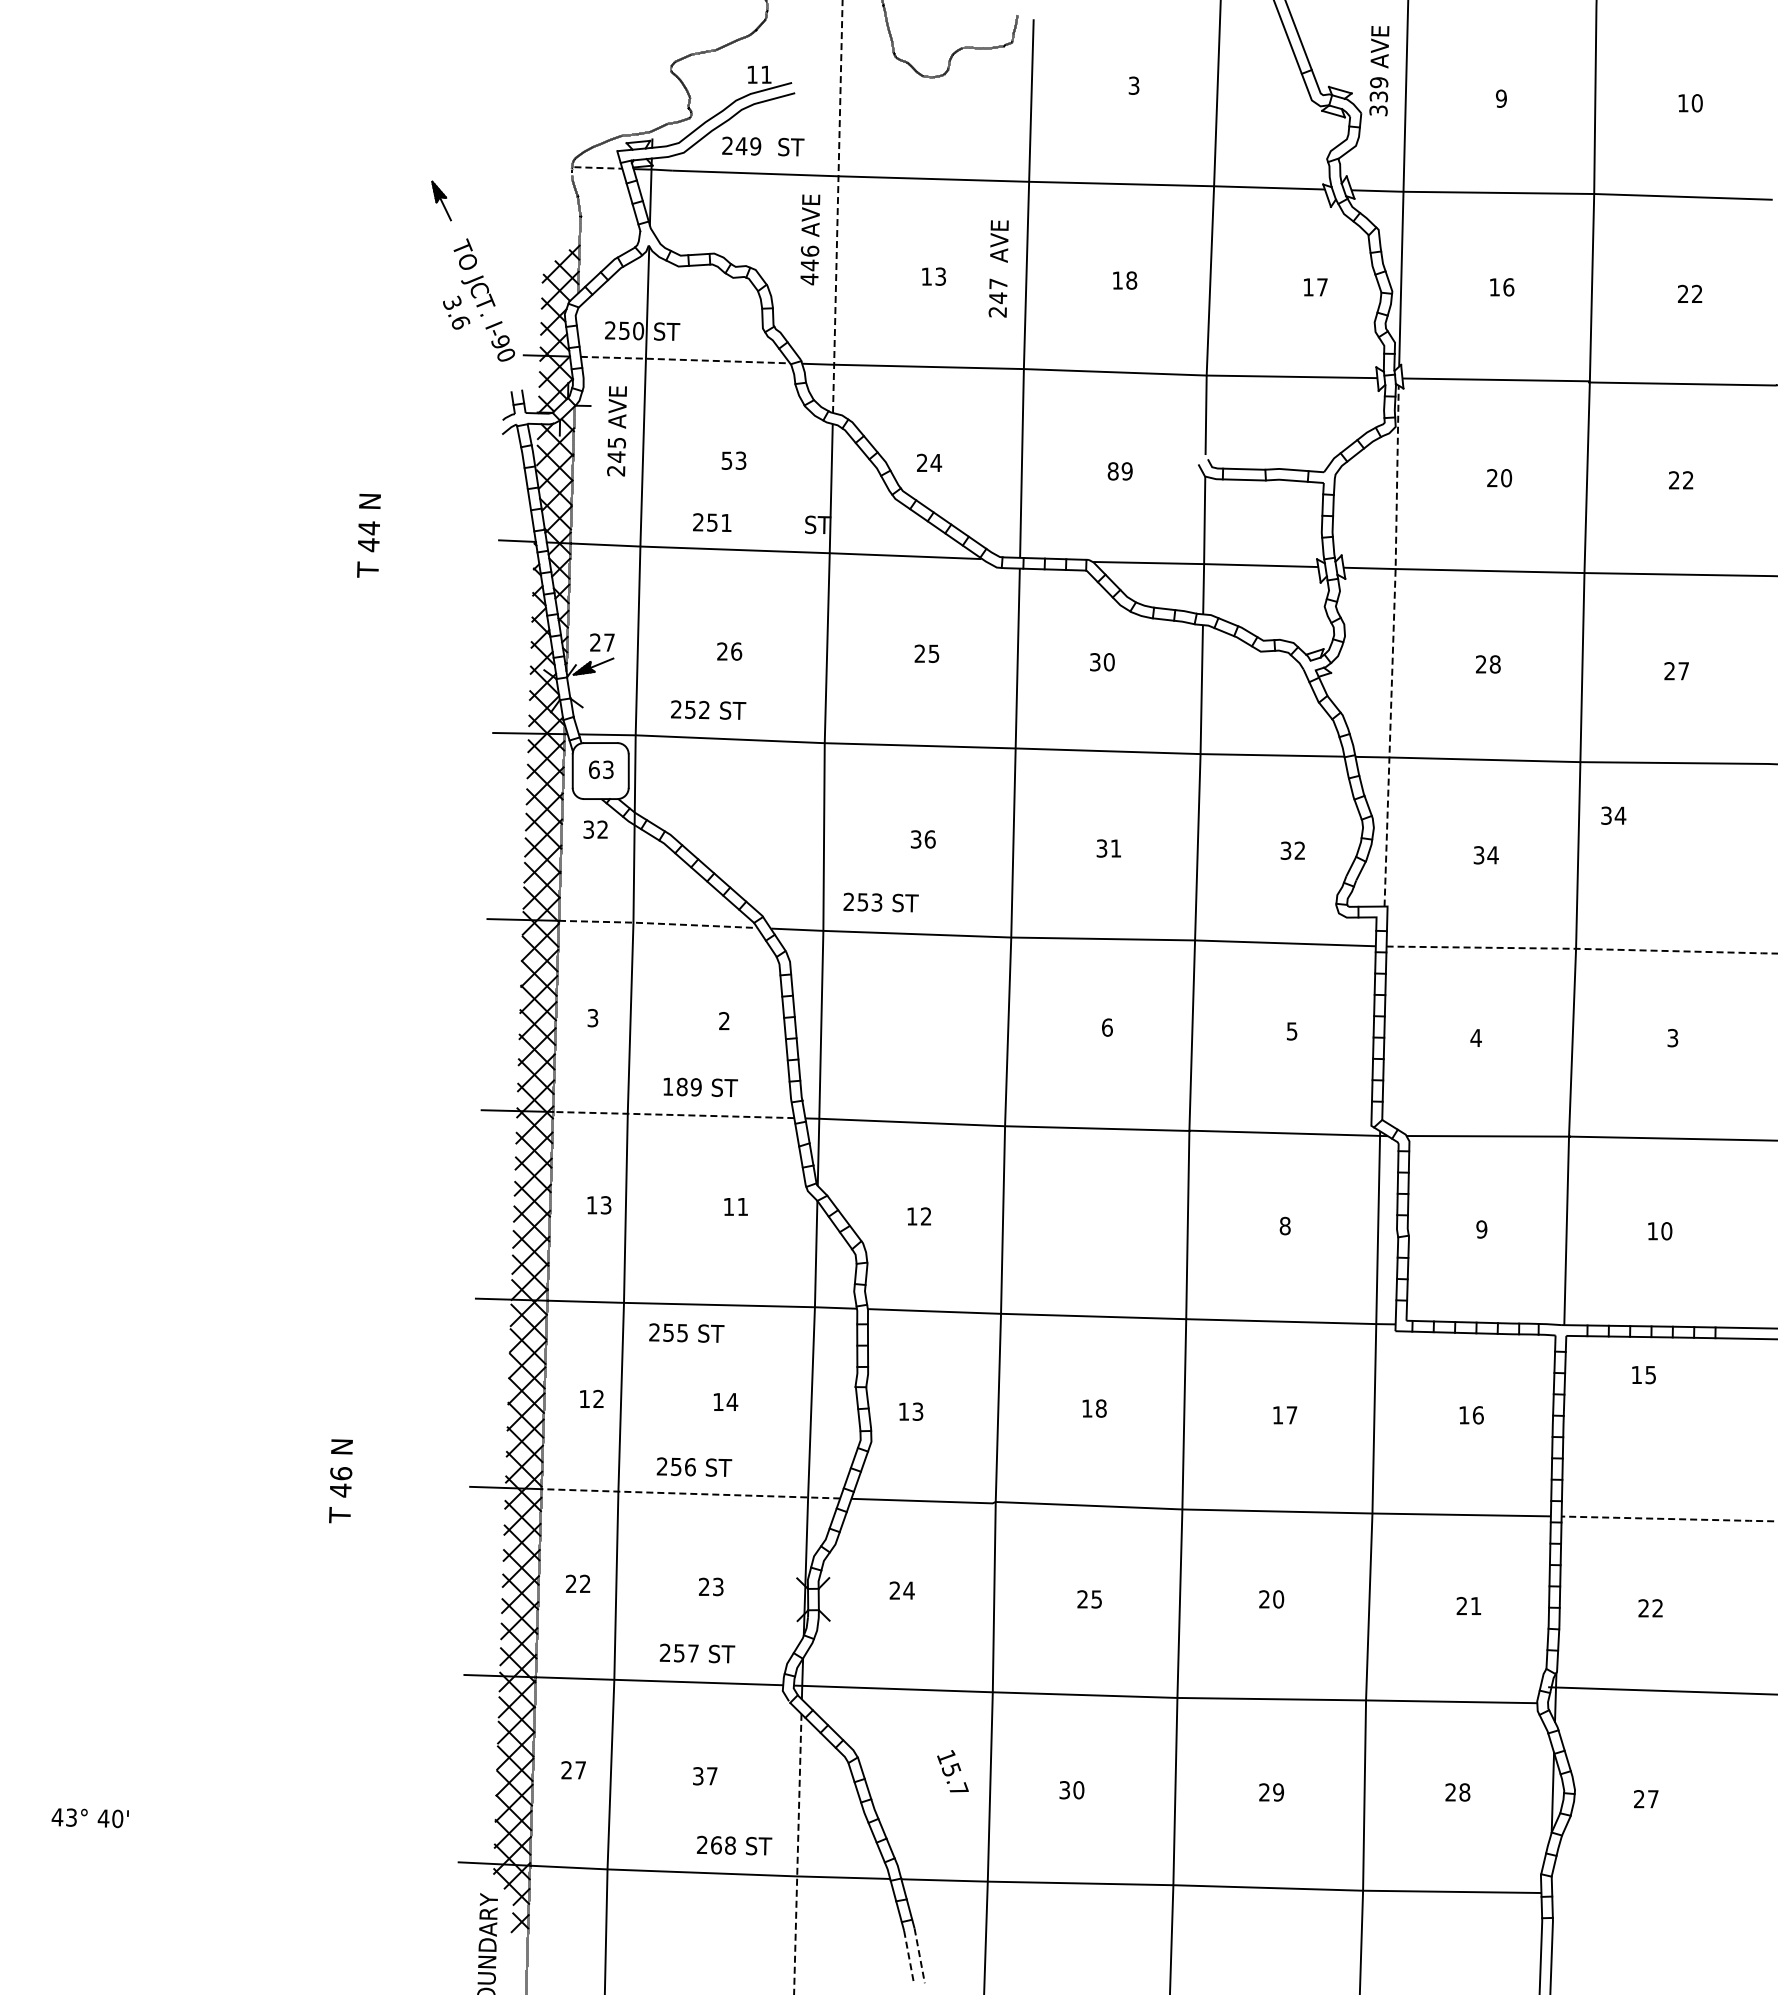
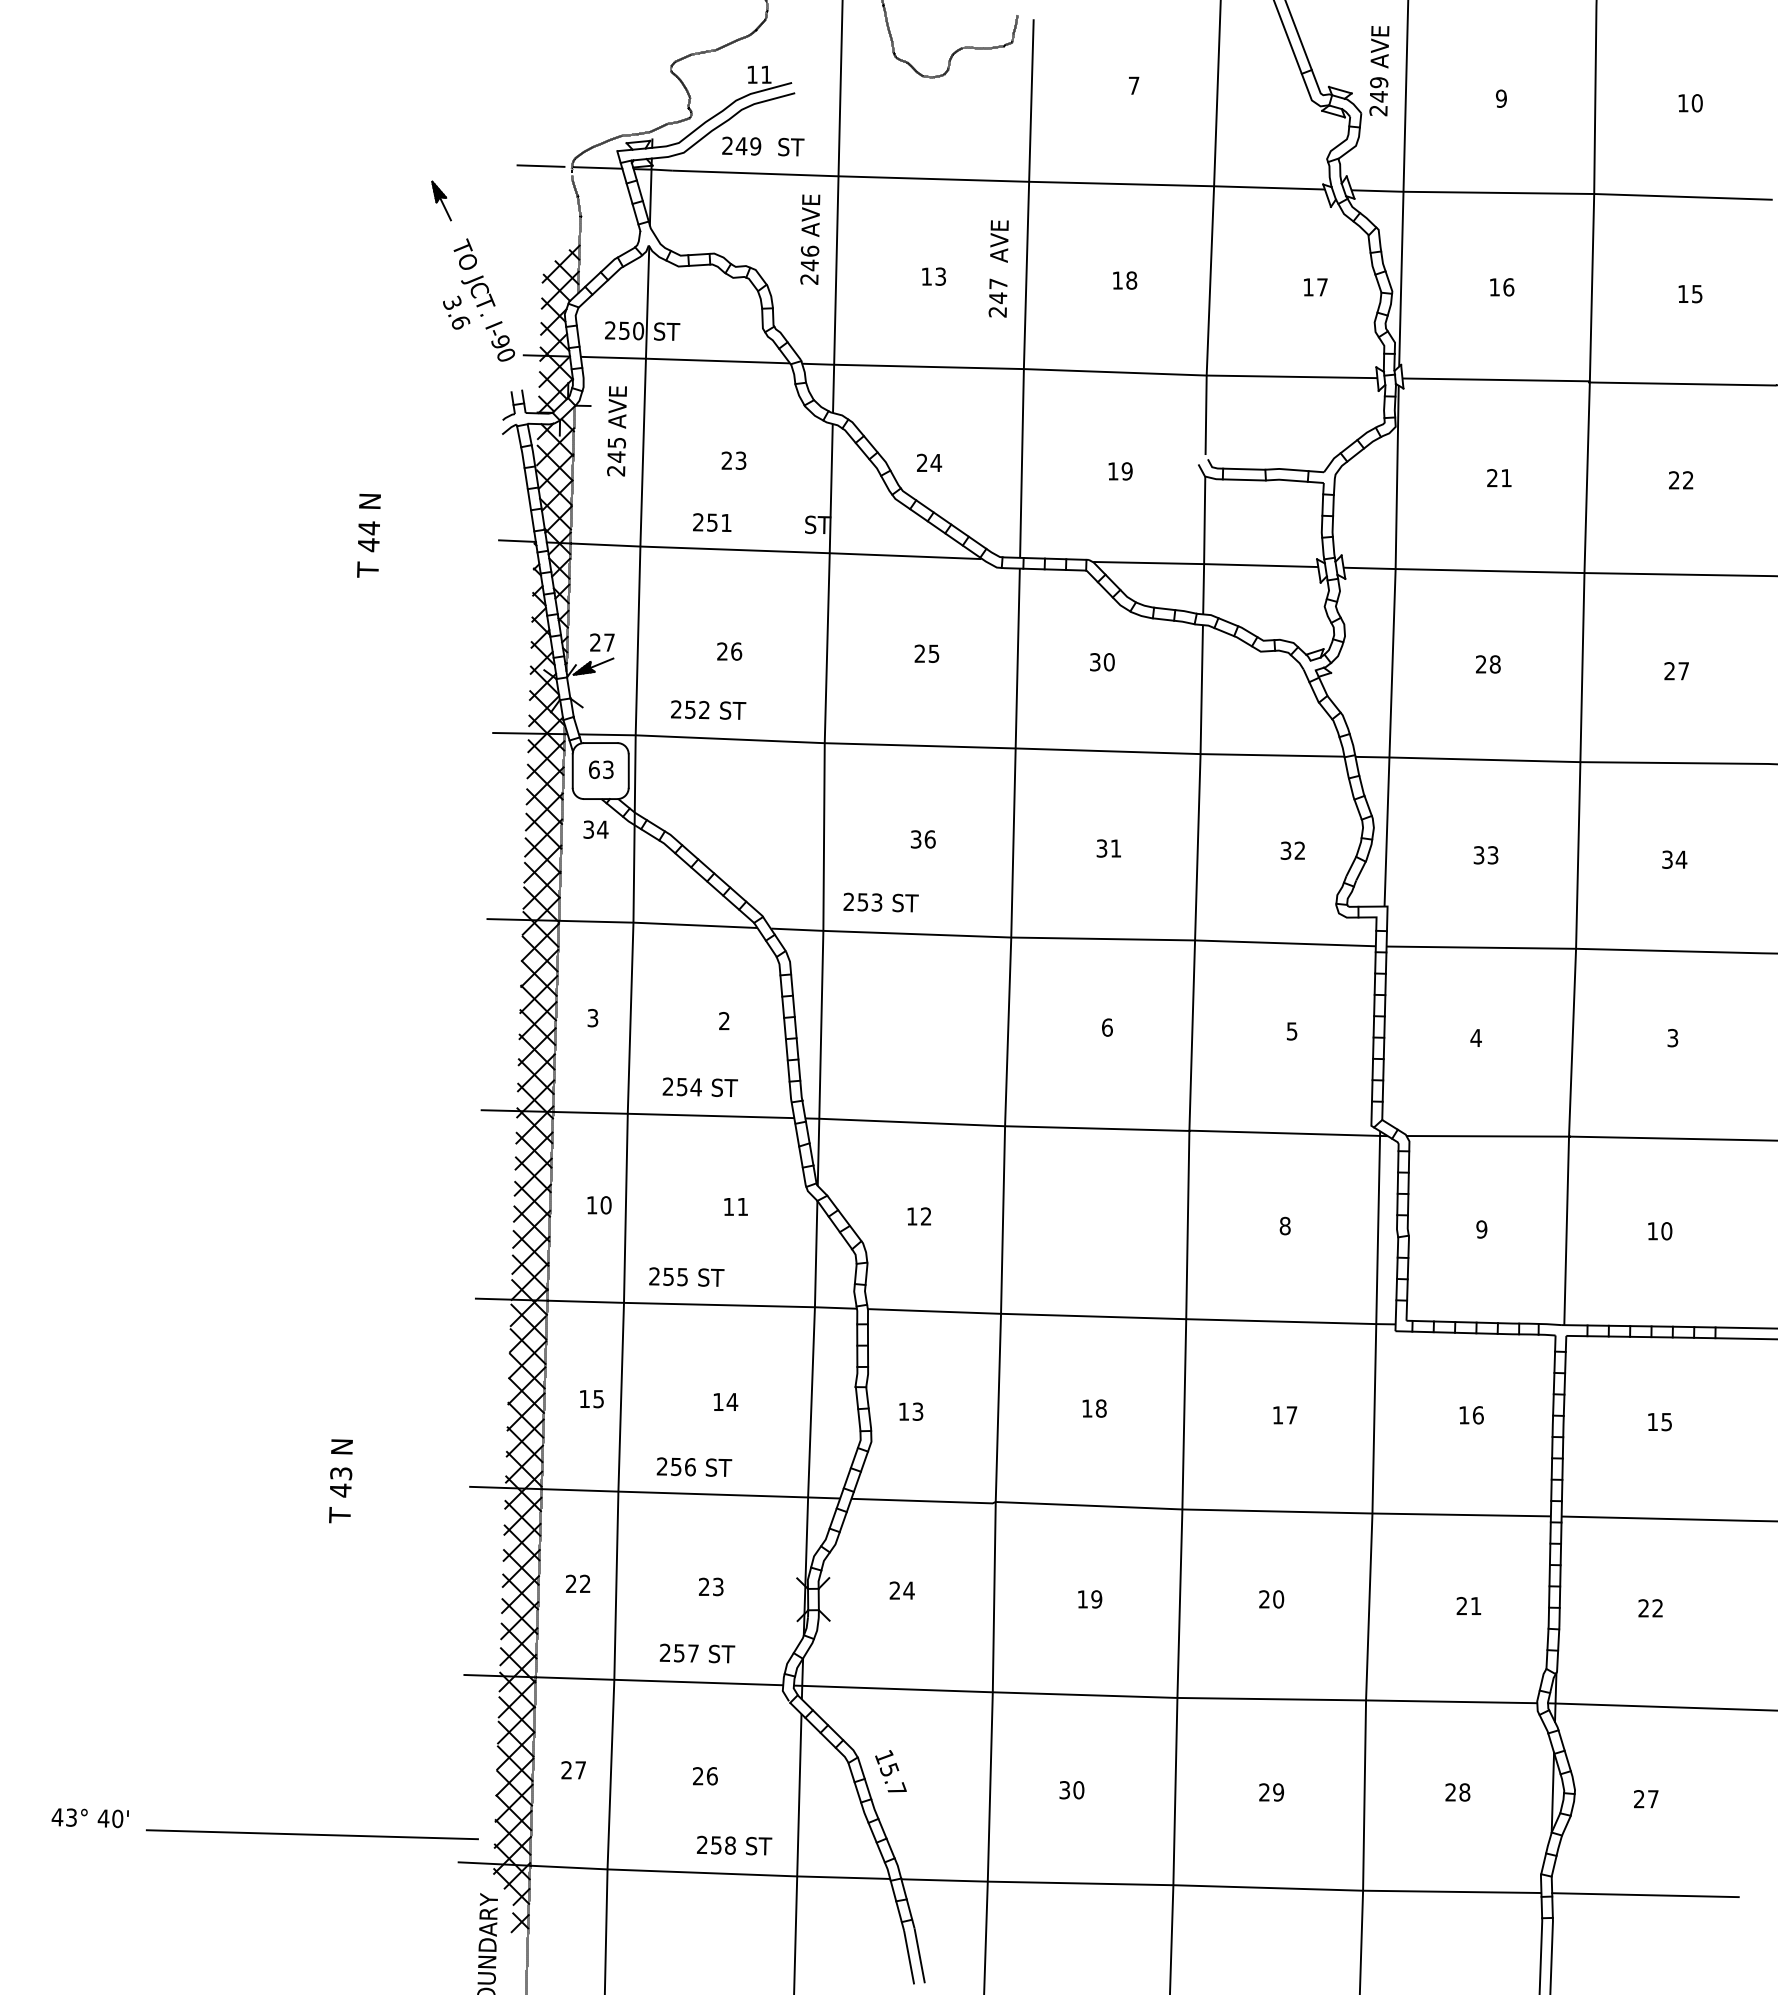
text at (1133, 85): 3 -> 7
text at (1378, 103): 339 -> 249
line at (540, 165): none -> present
line at (598, 167): dashed -> solid
line at (837, 207): dashed -> solid
text at (809, 279): 446 -> 246
text at (1690, 293): 22 -> 15
line at (684, 359): dashed -> solid
text at (726, 460): 53 -> 23
text at (1112, 471): 89 -> 19
text at (1506, 478): 20 -> 21
line at (1393, 644): dashed -> solid
text at (1613, 815) position: (1613, 815) -> (1674, 859)
text at (602, 829): 32 -> 34
text at (1492, 855): 34 -> 33
line at (658, 923): dashed -> solid
line at (1582, 948): dashed -> solid
text at (681, 1086): 189 -> 254
line at (672, 1114): dashed -> solid
text at (605, 1205): 13 -> 10
text at (686, 1332) position: (686, 1332) -> (686, 1276)
text at (1643, 1375) position: (1643, 1375) -> (1659, 1422)
text at (598, 1398): 12 -> 15
text at (341, 1473): 46 -> 43
line at (691, 1493): dashed -> solid
line at (1669, 1519): dashed -> solid
text at (1089, 1599): 25 -> 19
line at (1661, 1690) position: (1661, 1690) -> (1661, 1706)
text at (952, 1771) position: (952, 1771) -> (890, 1771)
text at (705, 1776): 37 -> 26
line at (311, 1834): none -> present
text at (716, 1845): 268 -> 258
line at (797, 1854): dashed -> solid
line at (1645, 1895): none -> present
line at (919, 1955): dashed -> solid
line at (909, 1958): dashed -> solid
